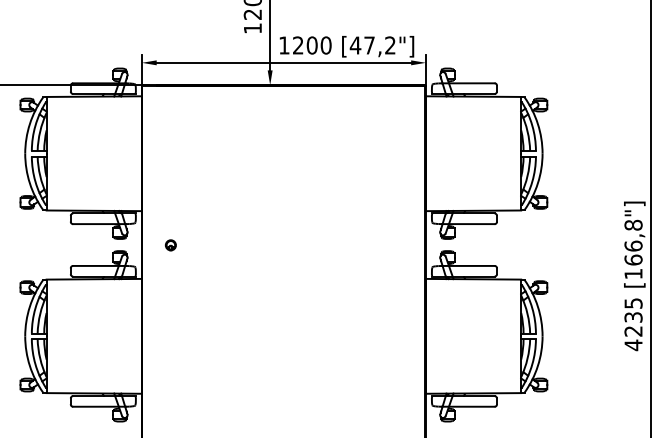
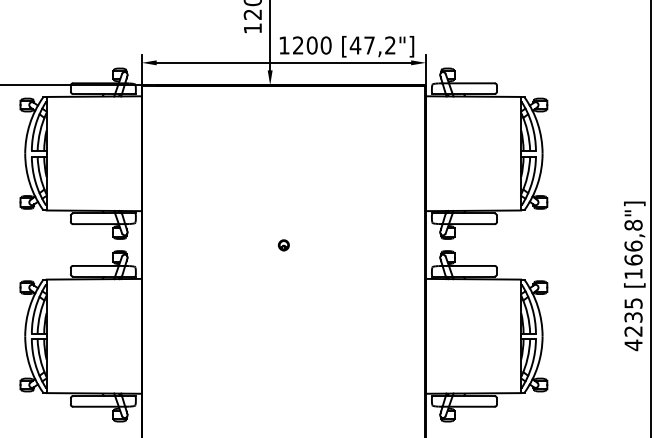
part at (170, 245) position: (170, 245) -> (283, 245)
